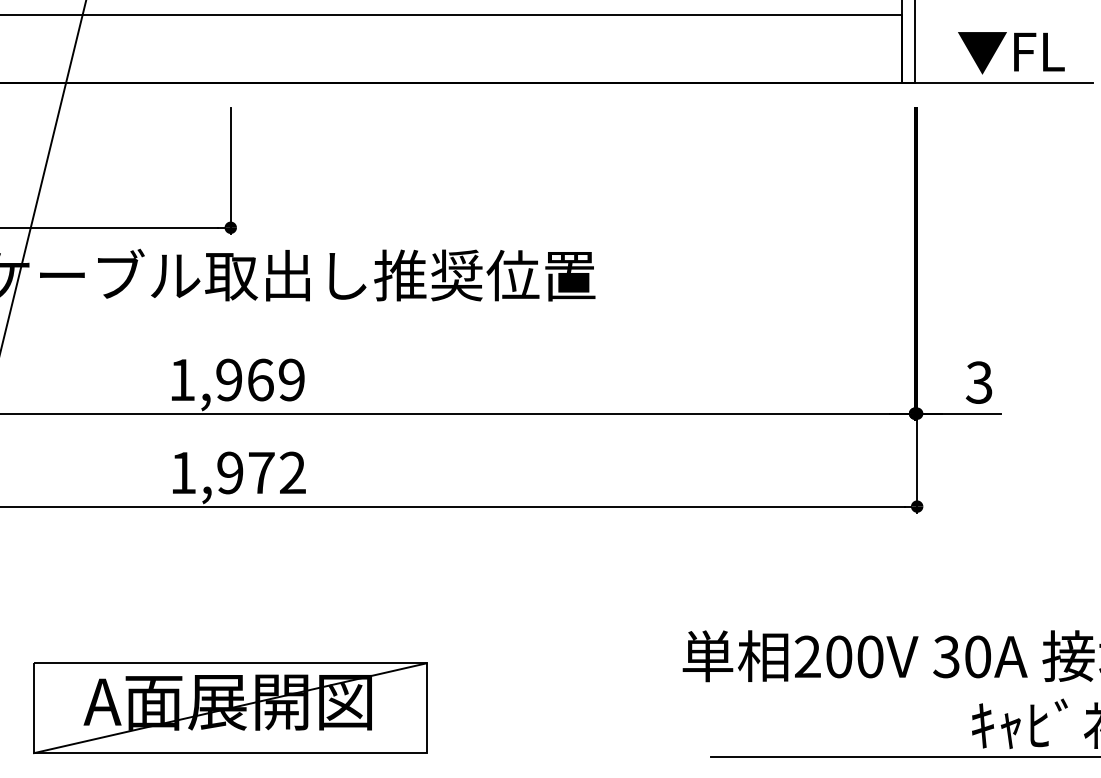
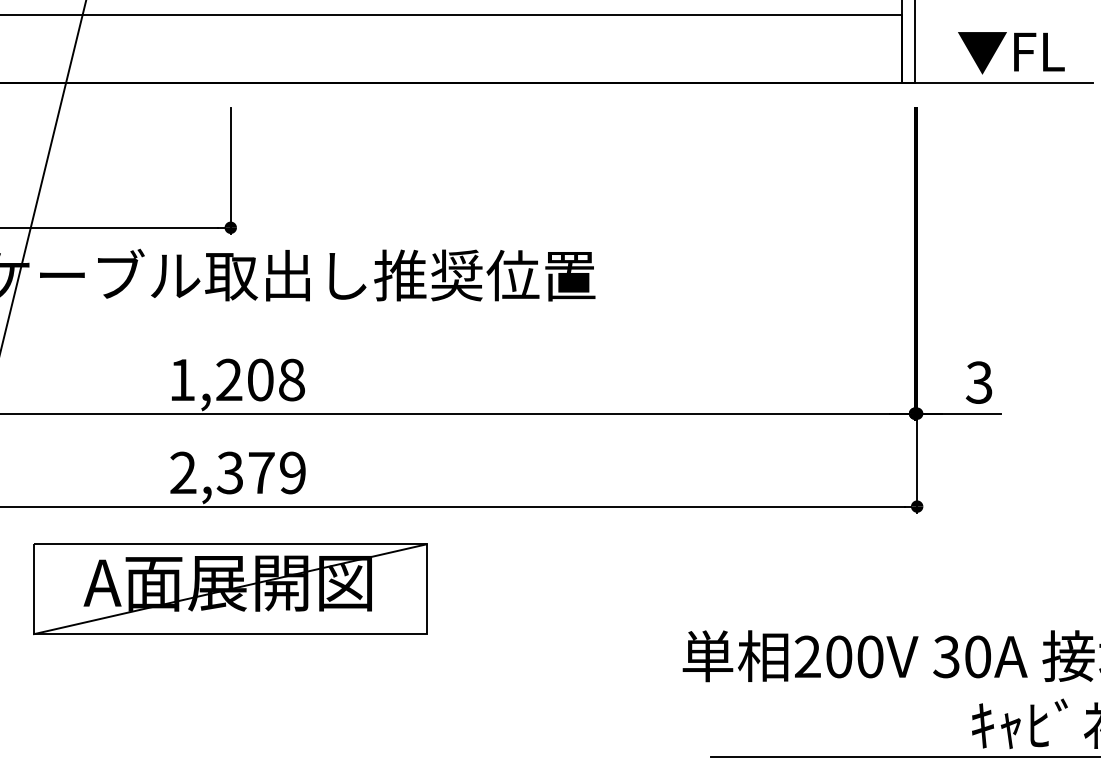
text at (260, 379): 1,969 -> 1,208
text at (237, 472): 1,972 -> 2,379
part at (230, 708) position: (230, 708) -> (230, 589)
